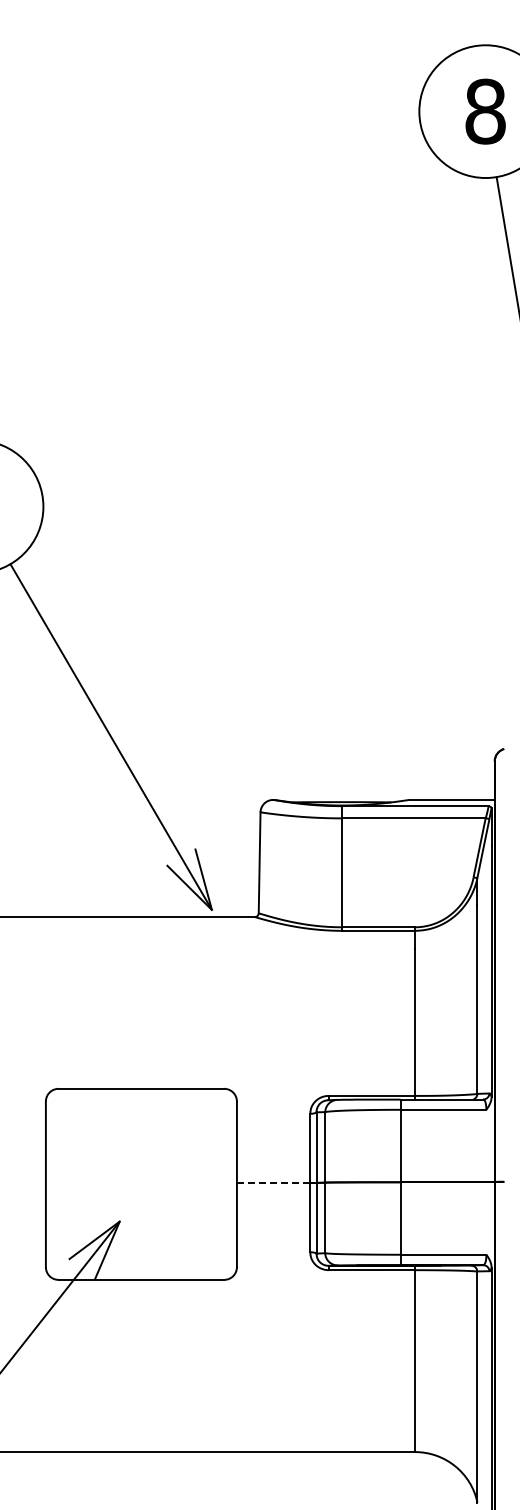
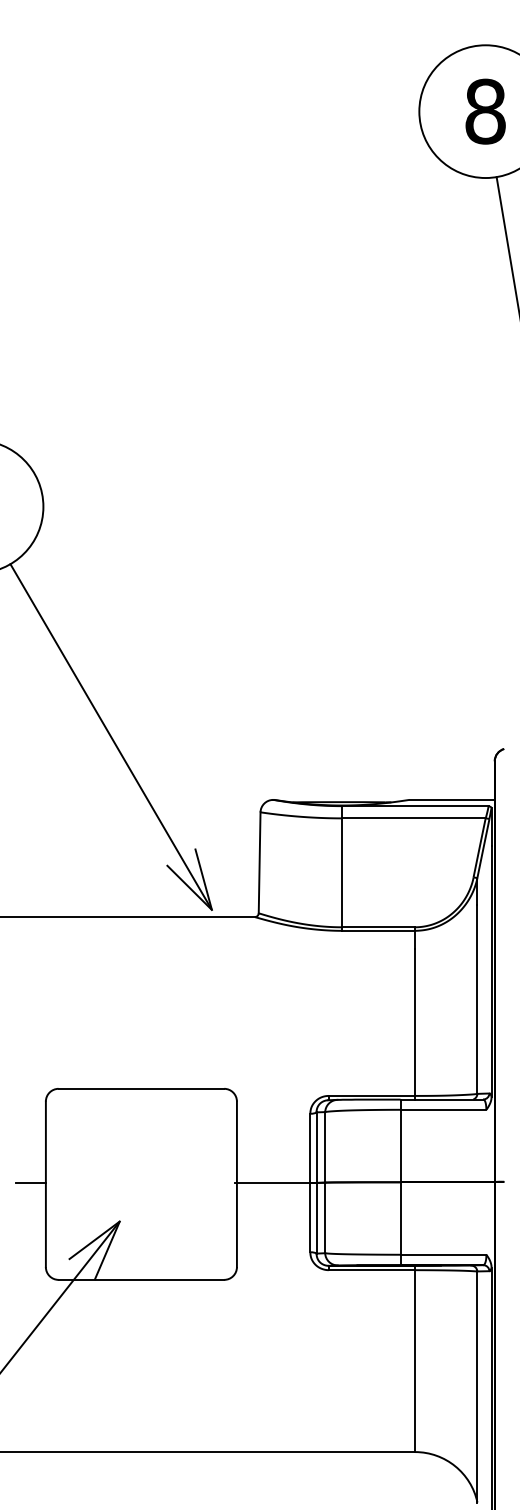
line at (30, 1182): none -> present
line at (272, 1182): dashed -> solid
